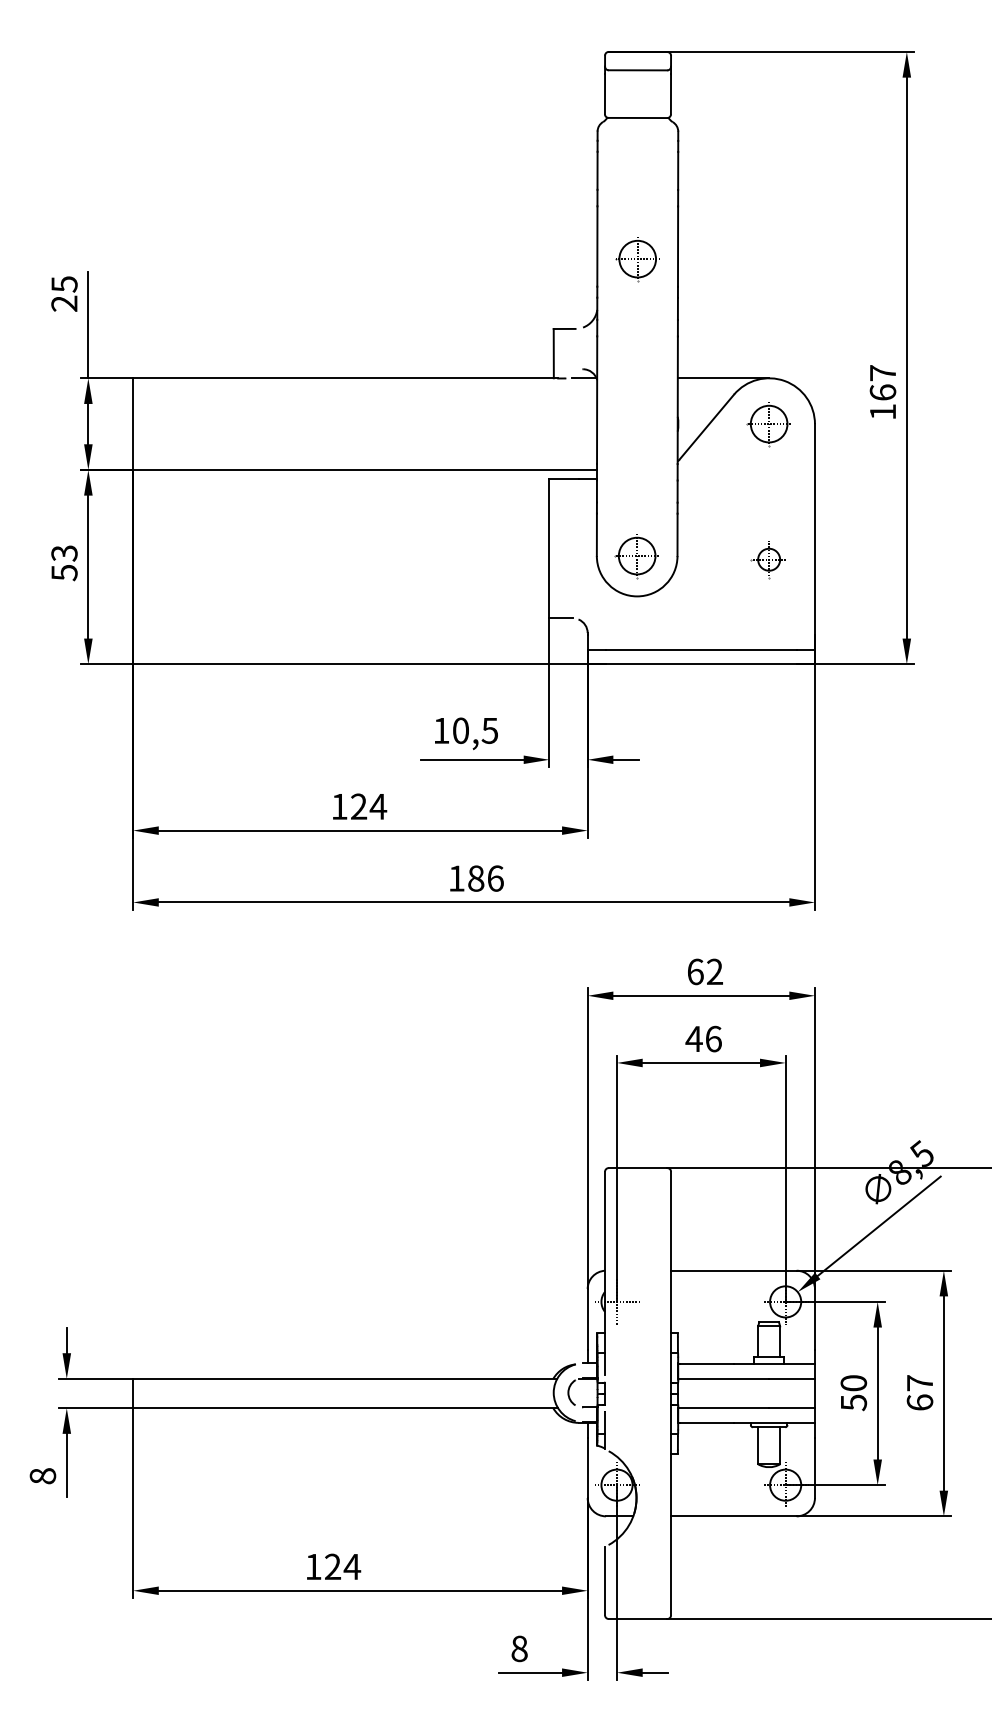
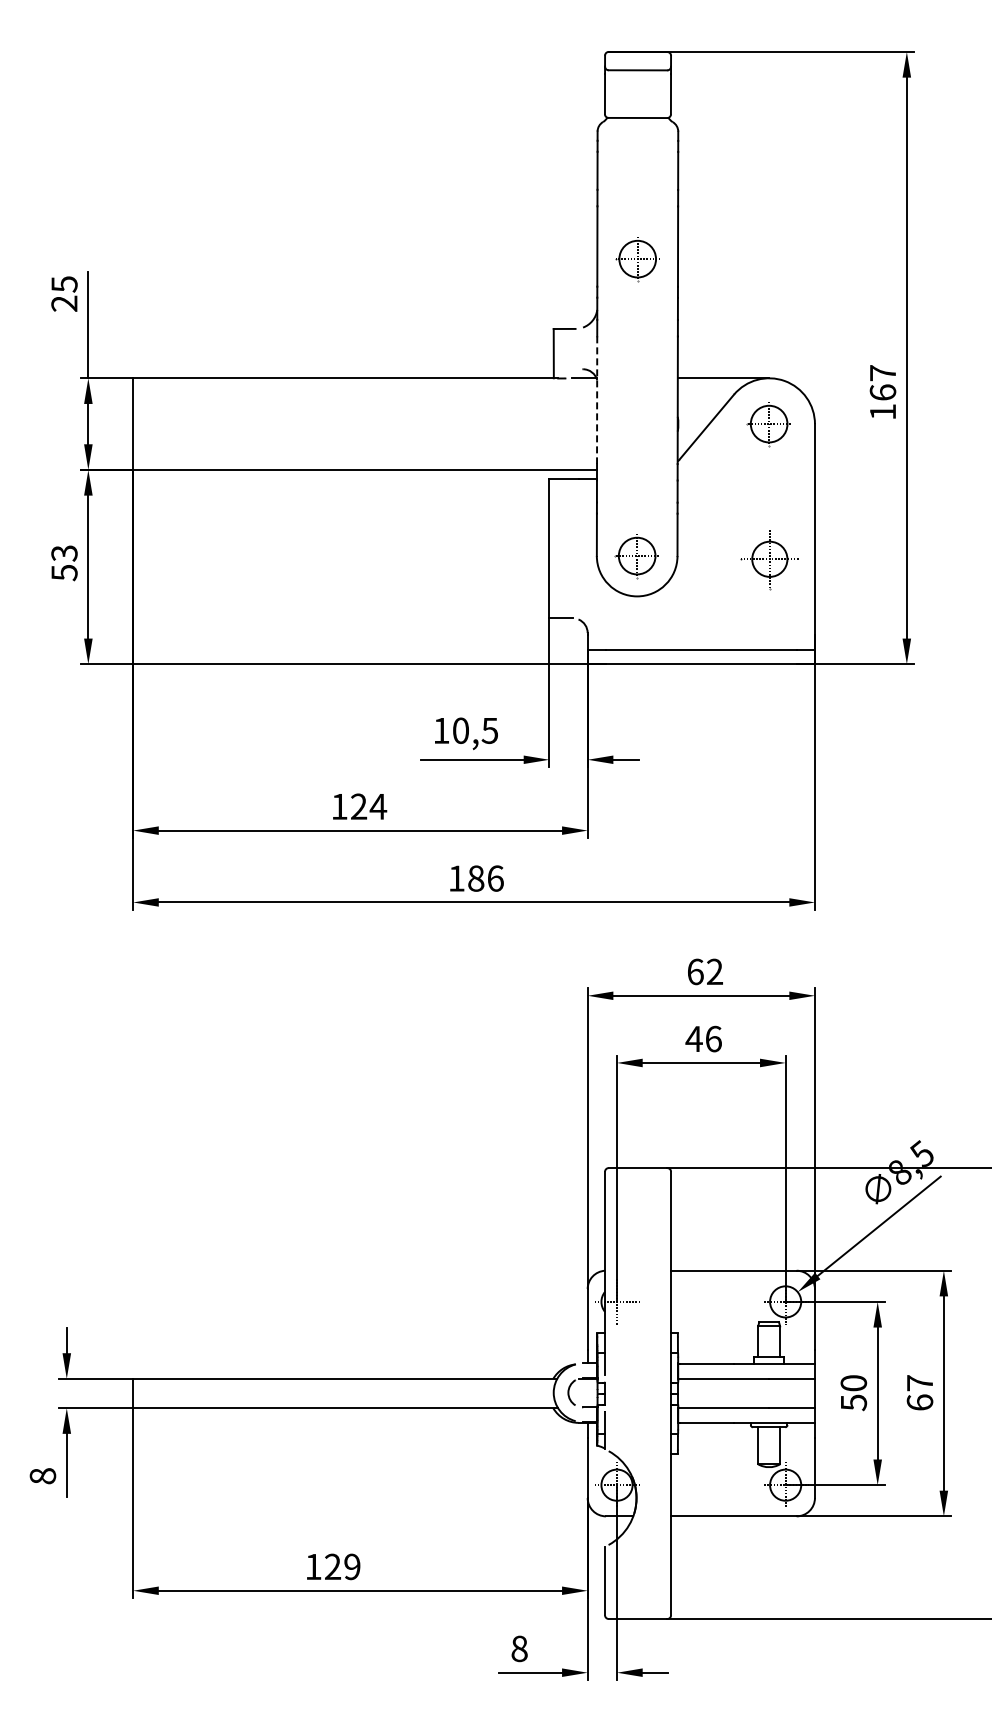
line at (597, 400): solid -> dashed
part at (767, 560) size: 36x39 px -> 59x61 px
text at (352, 1566): 124 -> 129
